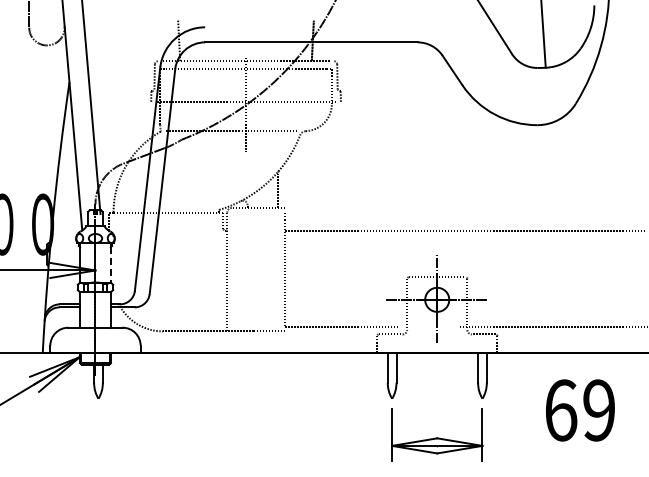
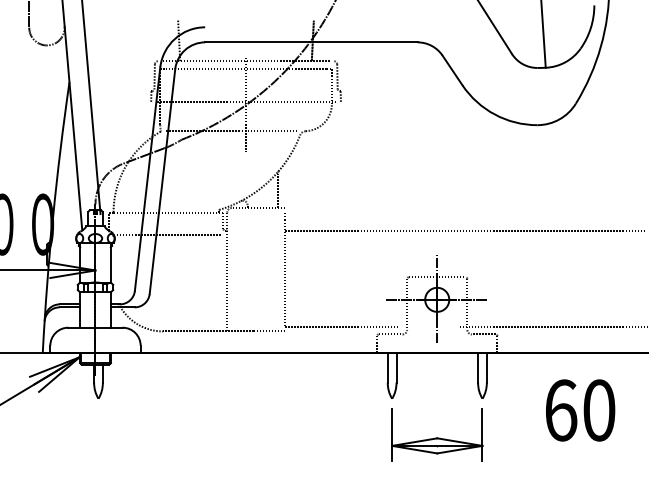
line at (167, 235): none -> present
line at (110, 264): dashed -> solid
text at (599, 410): 69 -> 60
